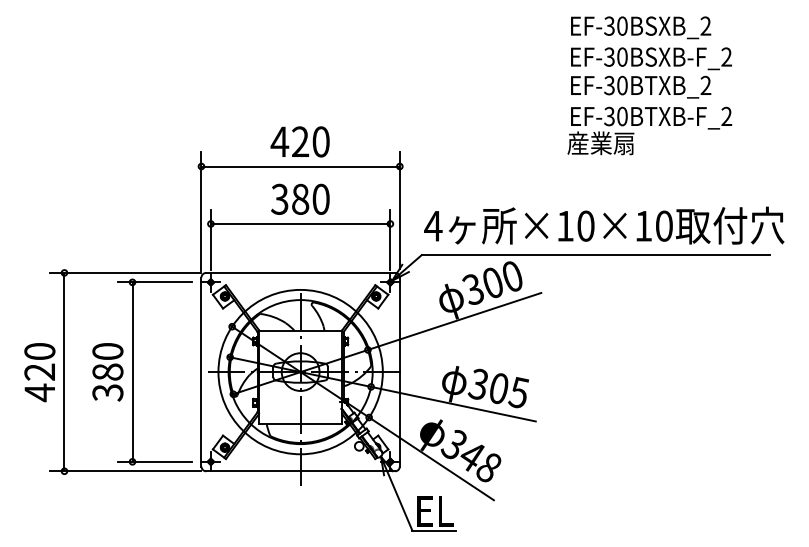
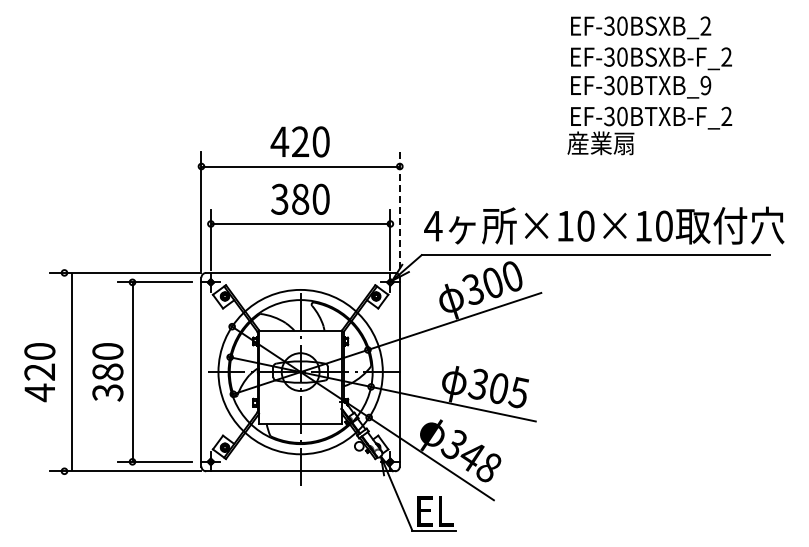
text at (705, 85): EF-30BTXB_2 -> EF-30BTXB_9
line at (399, 210): solid -> dashed
line at (64, 371) position: (64, 371) -> (72, 371)
